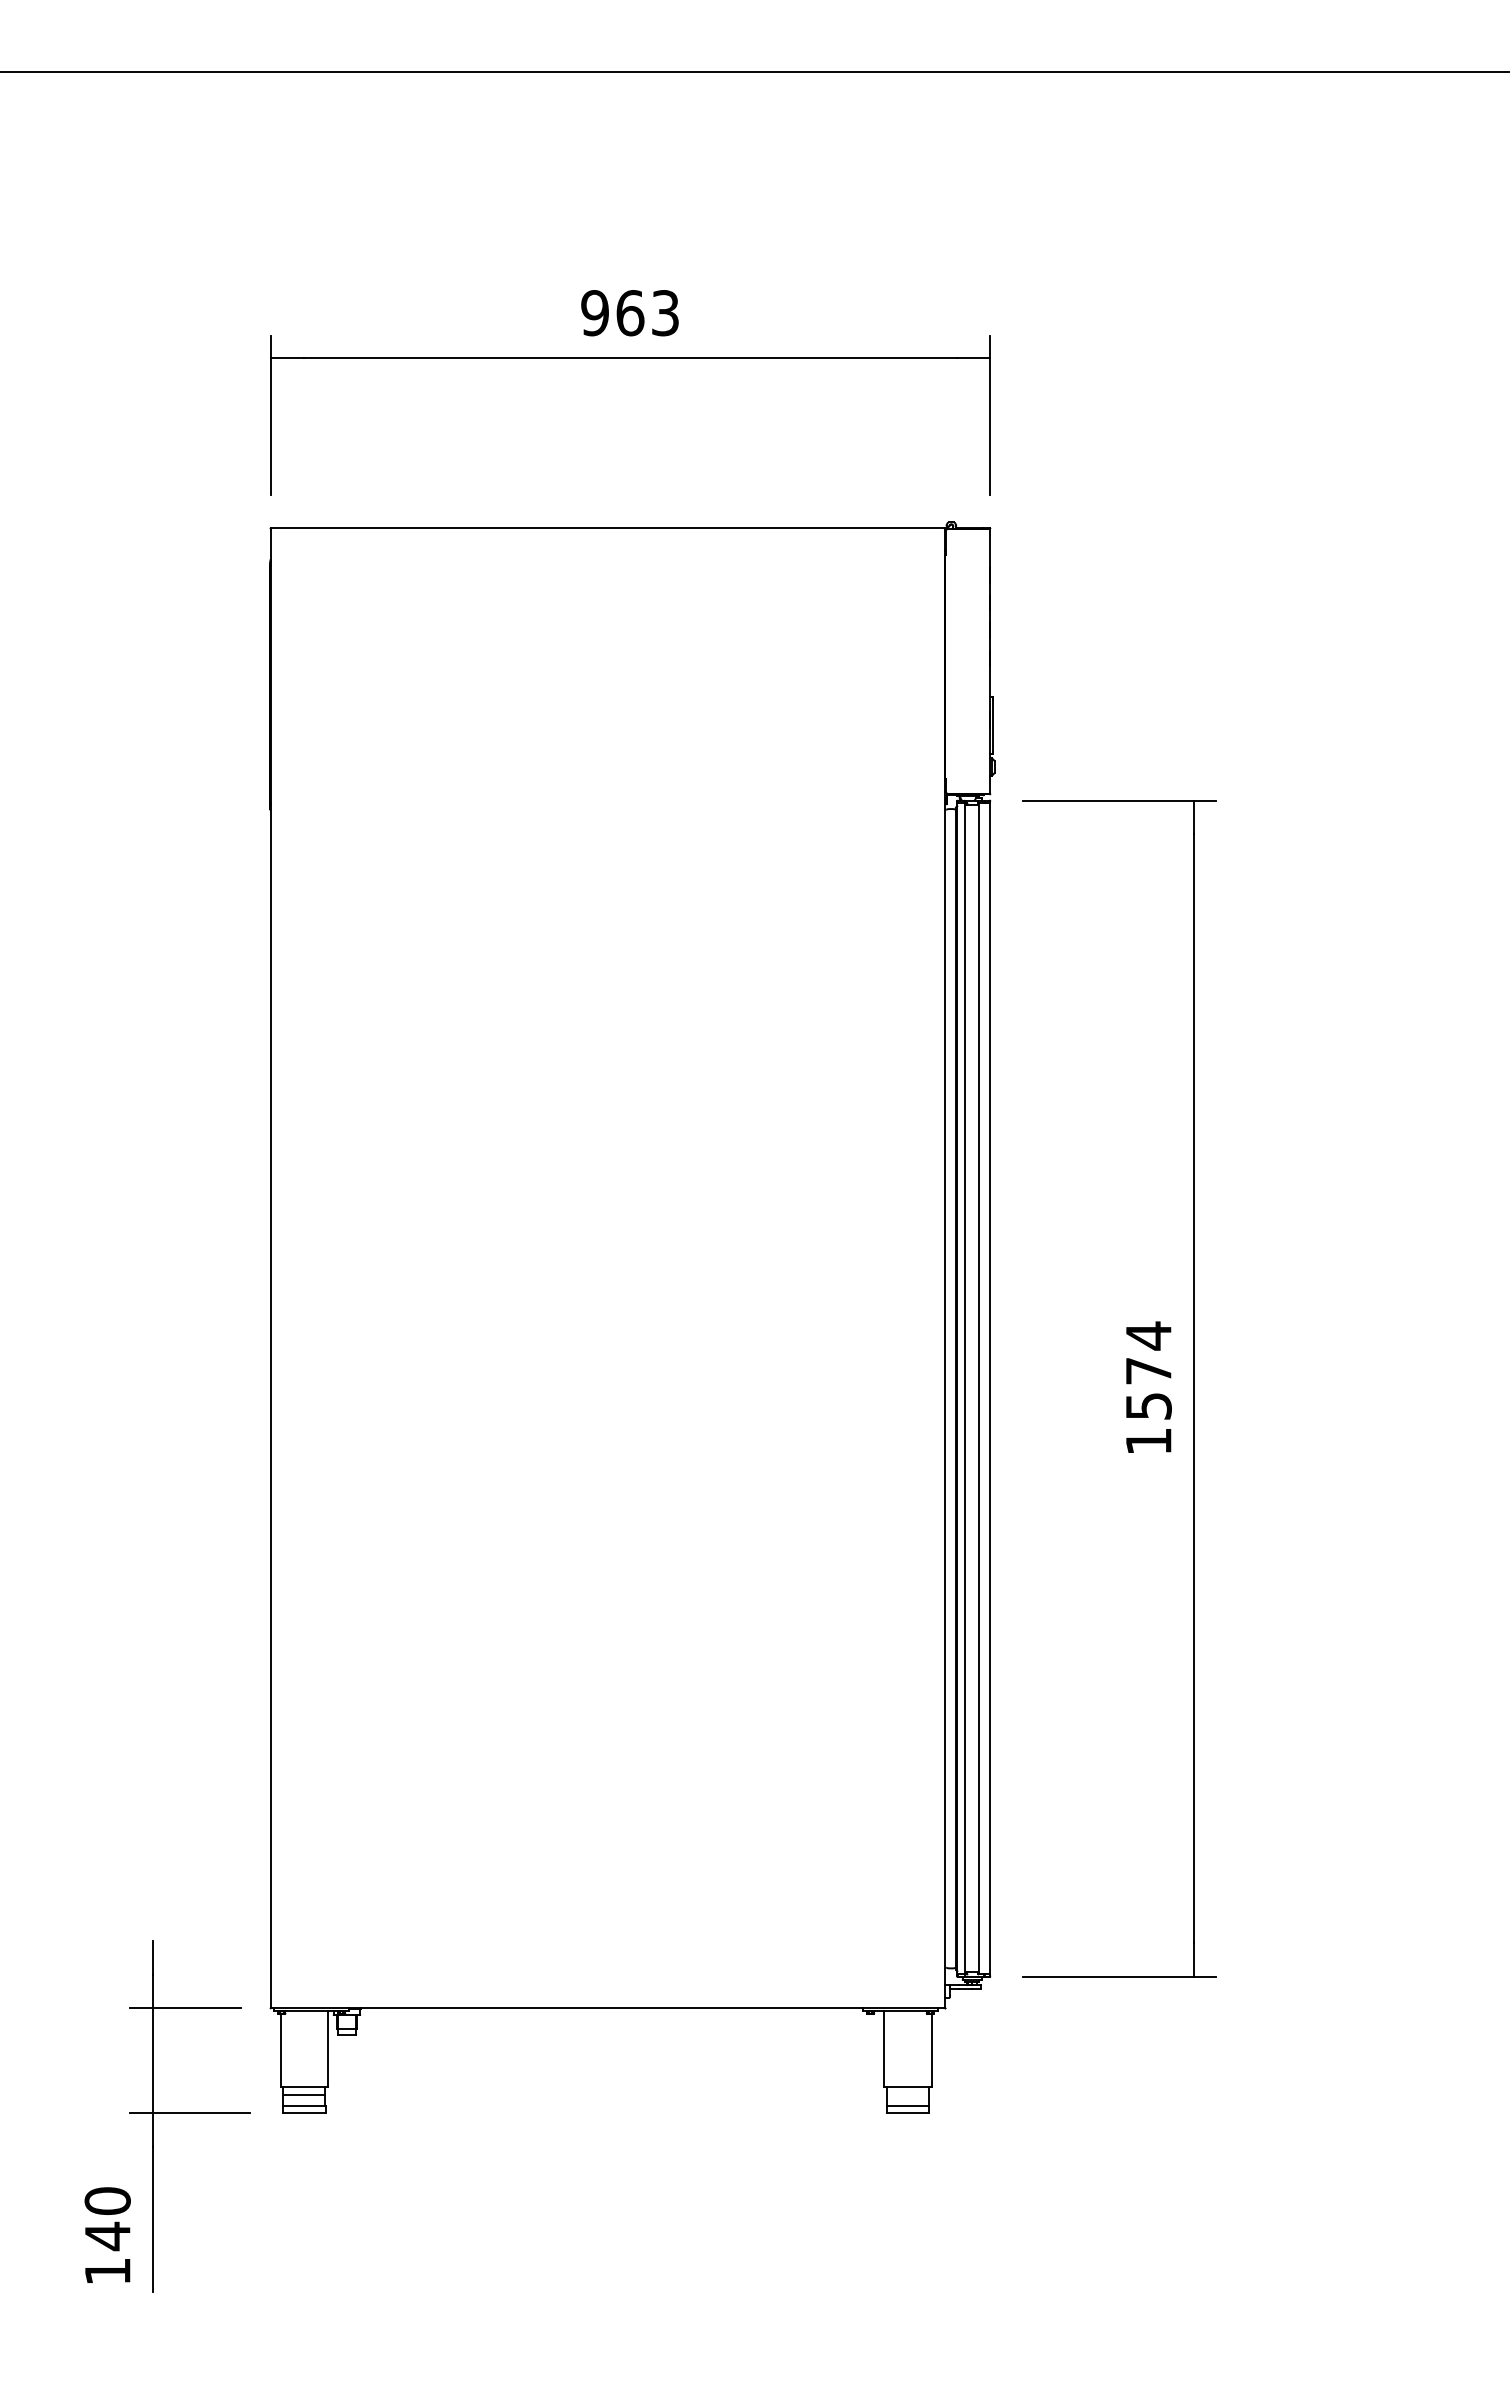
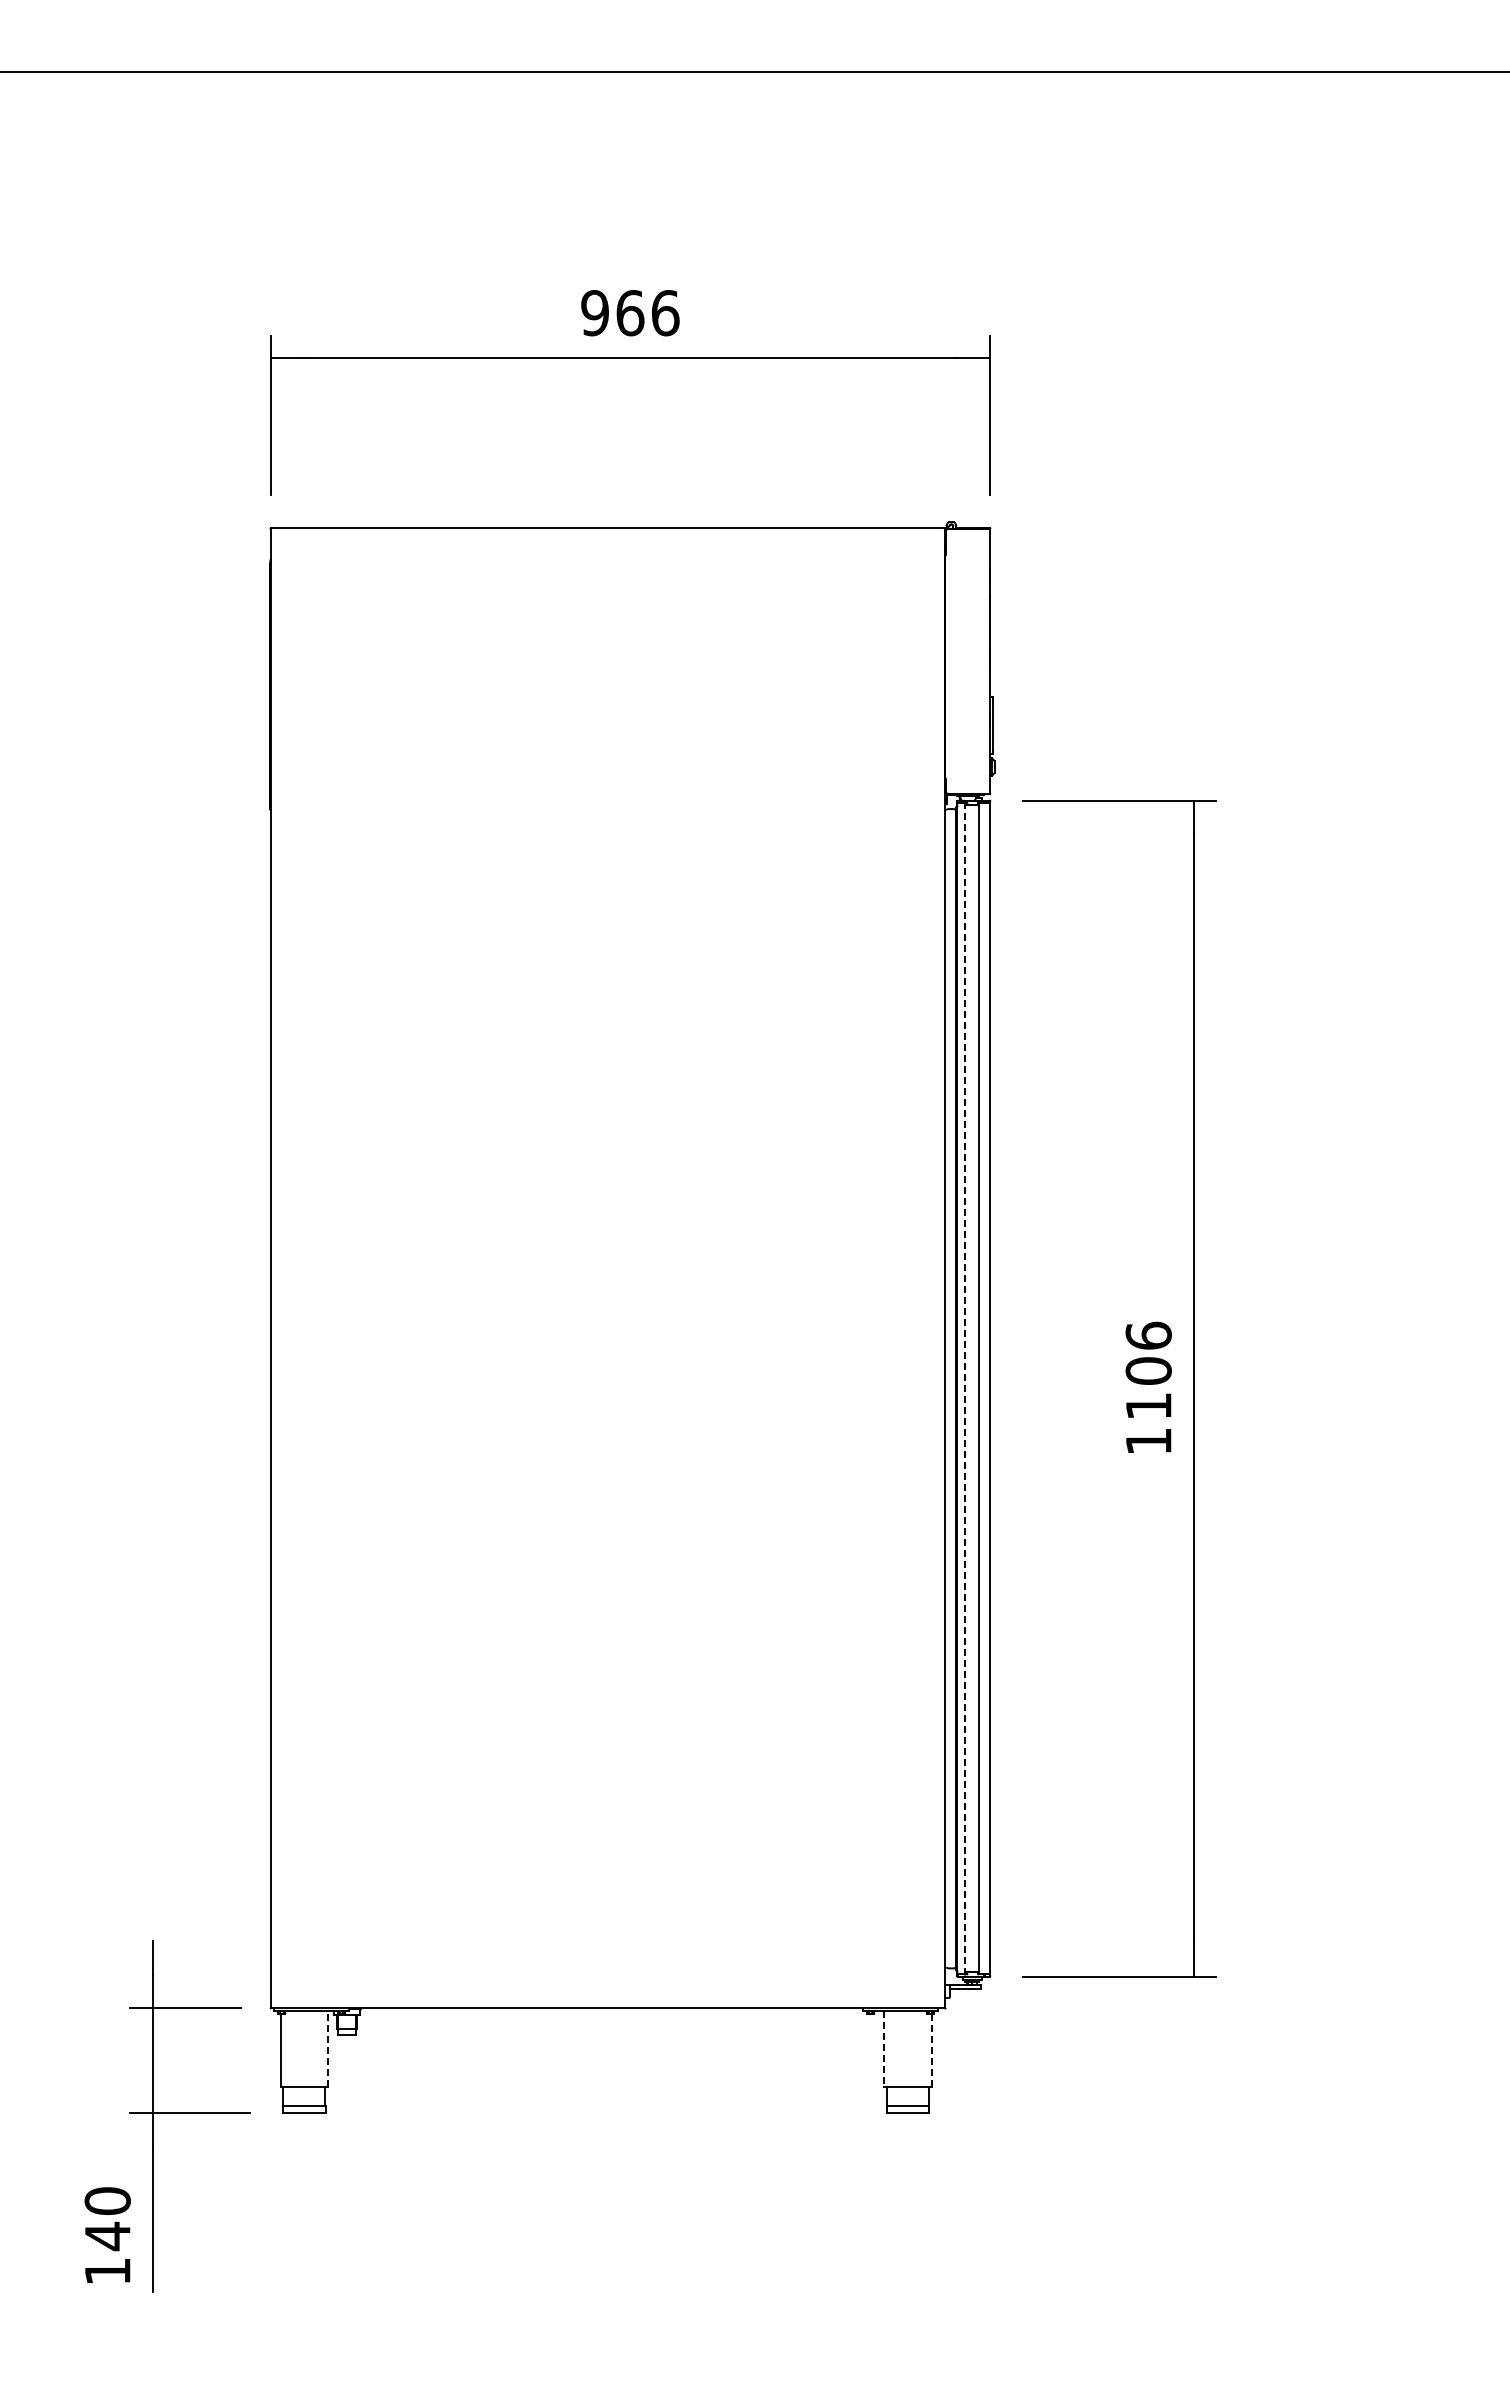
text at (665, 313): 963 -> 966
text at (1148, 1370): 1574 -> 1106
line at (965, 1388): solid -> dashed
line at (328, 2048): solid -> dashed
line at (884, 2049): solid -> dashed
line at (931, 2049): solid -> dashed
line at (303, 2095): present -> none
